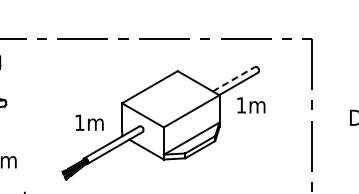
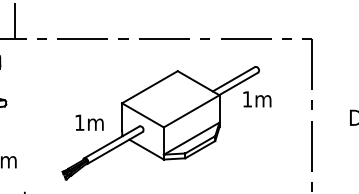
line at (14, 20): none -> present
line at (234, 79): dashed -> solid
text at (251, 105) position: (251, 105) -> (257, 99)
